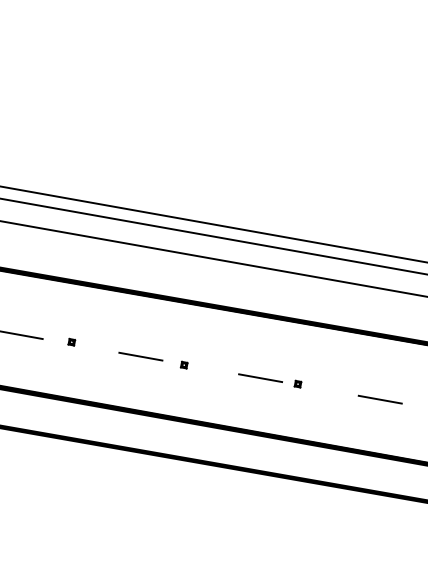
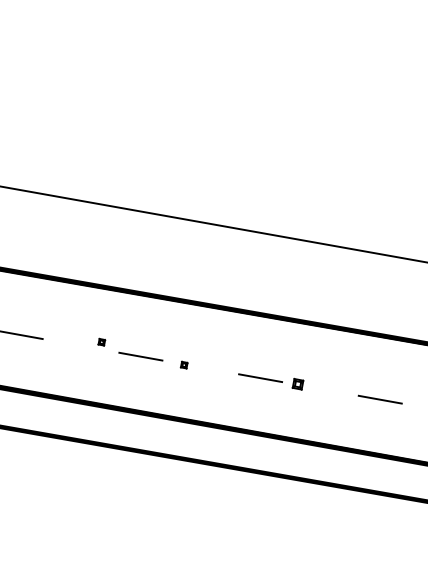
line at (213, 236): present -> none
line at (213, 258): present -> none
part at (71, 341) position: (71, 341) -> (101, 341)
part at (297, 383) size: 10x10 px -> 14x14 px
